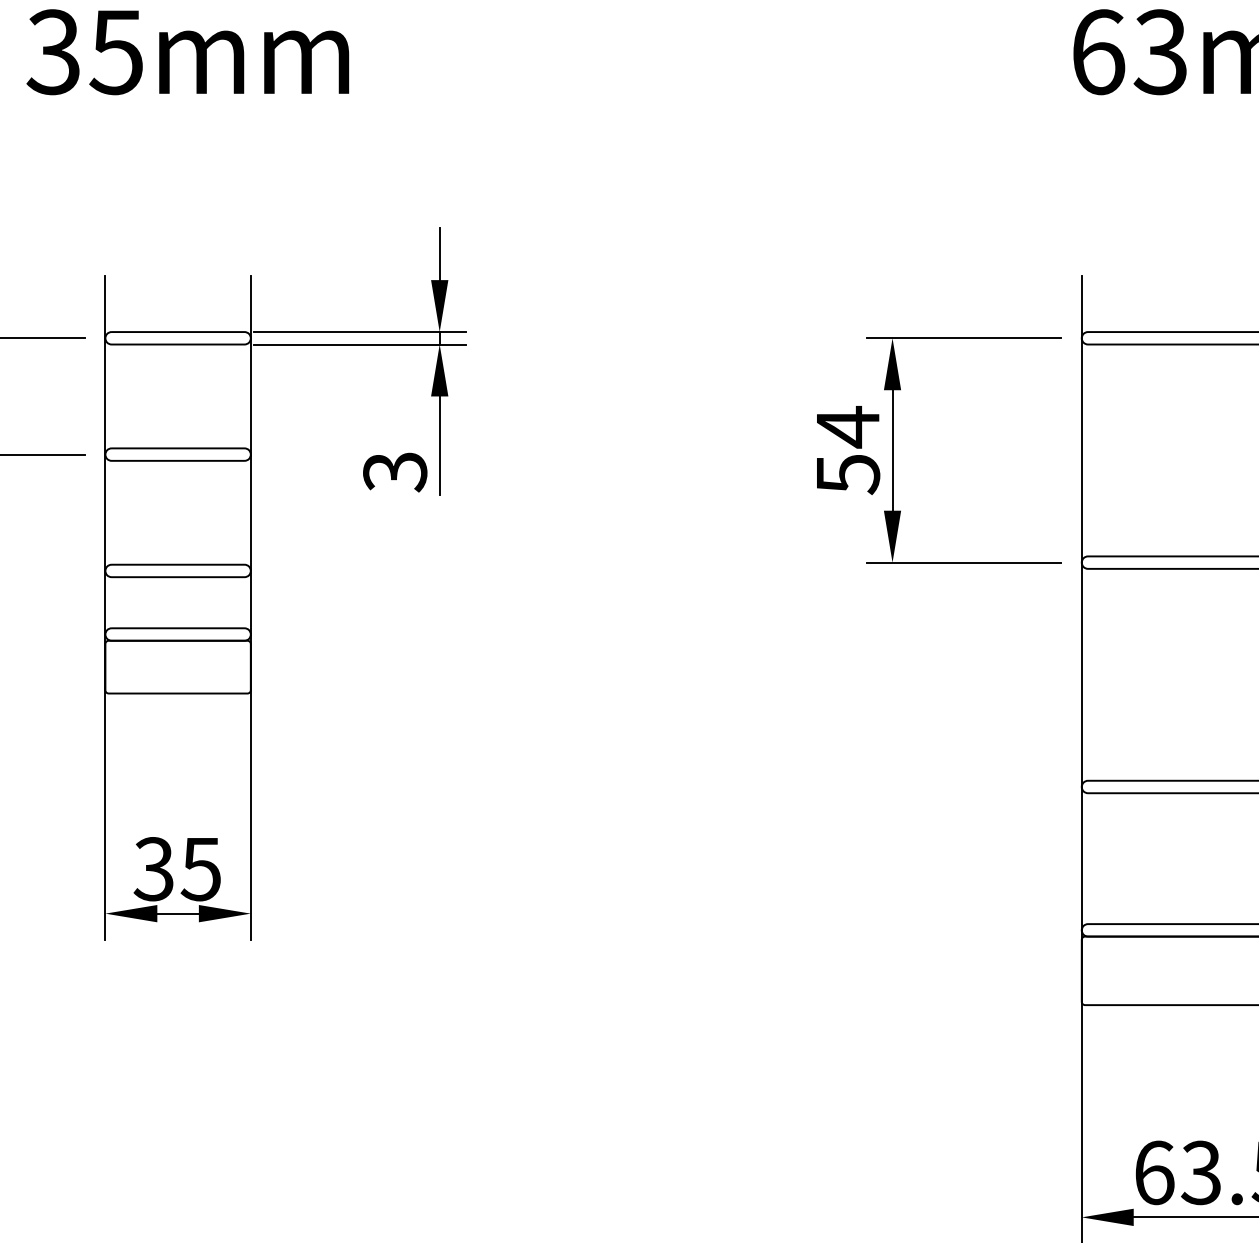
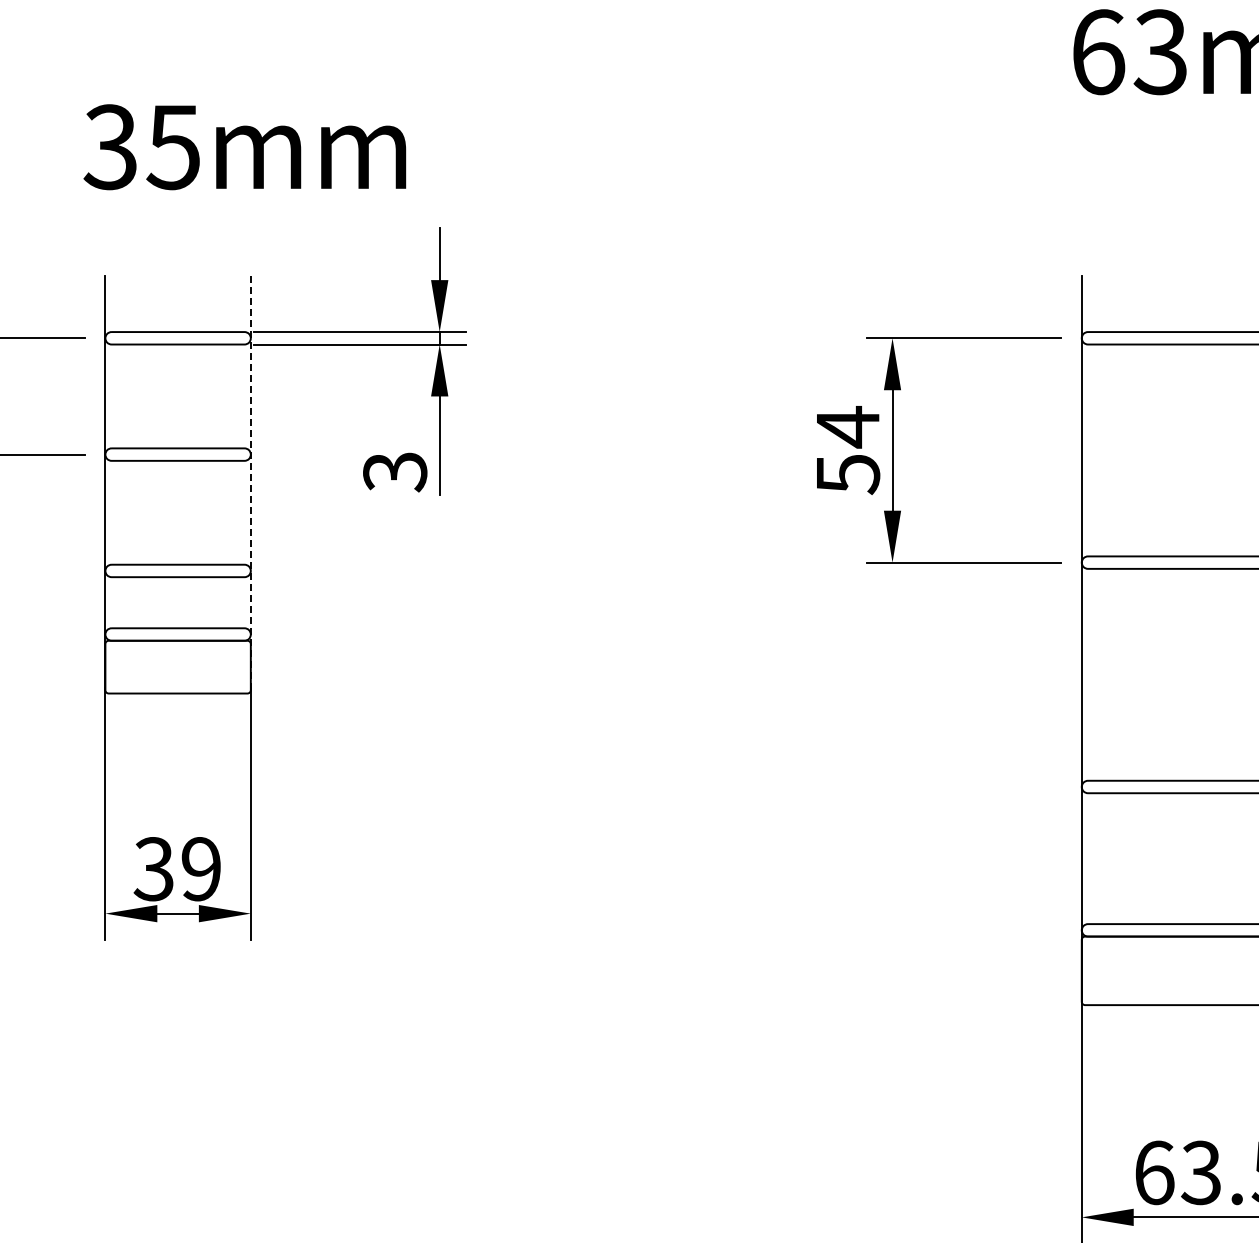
text at (187, 52) position: (187, 52) -> (244, 147)
line at (250, 483): solid -> dashed
text at (200, 869): 35 -> 39
